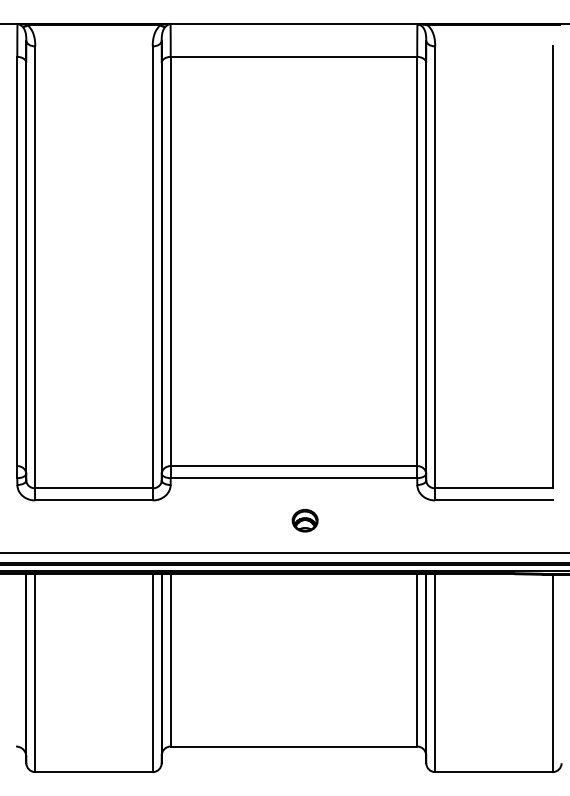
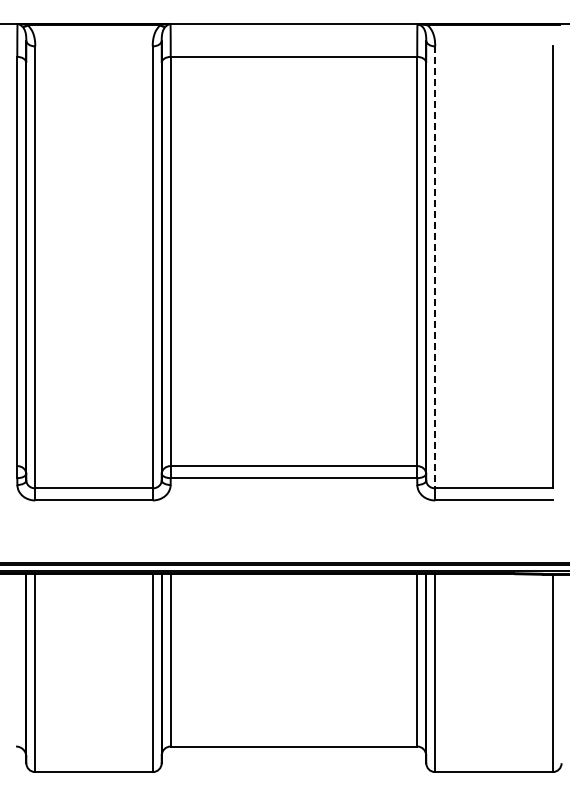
line at (435, 267): solid -> dashed
part at (304, 520): present -> none
line at (284, 553): present -> none
